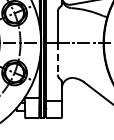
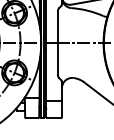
line at (57, 58): dashed -> solid
